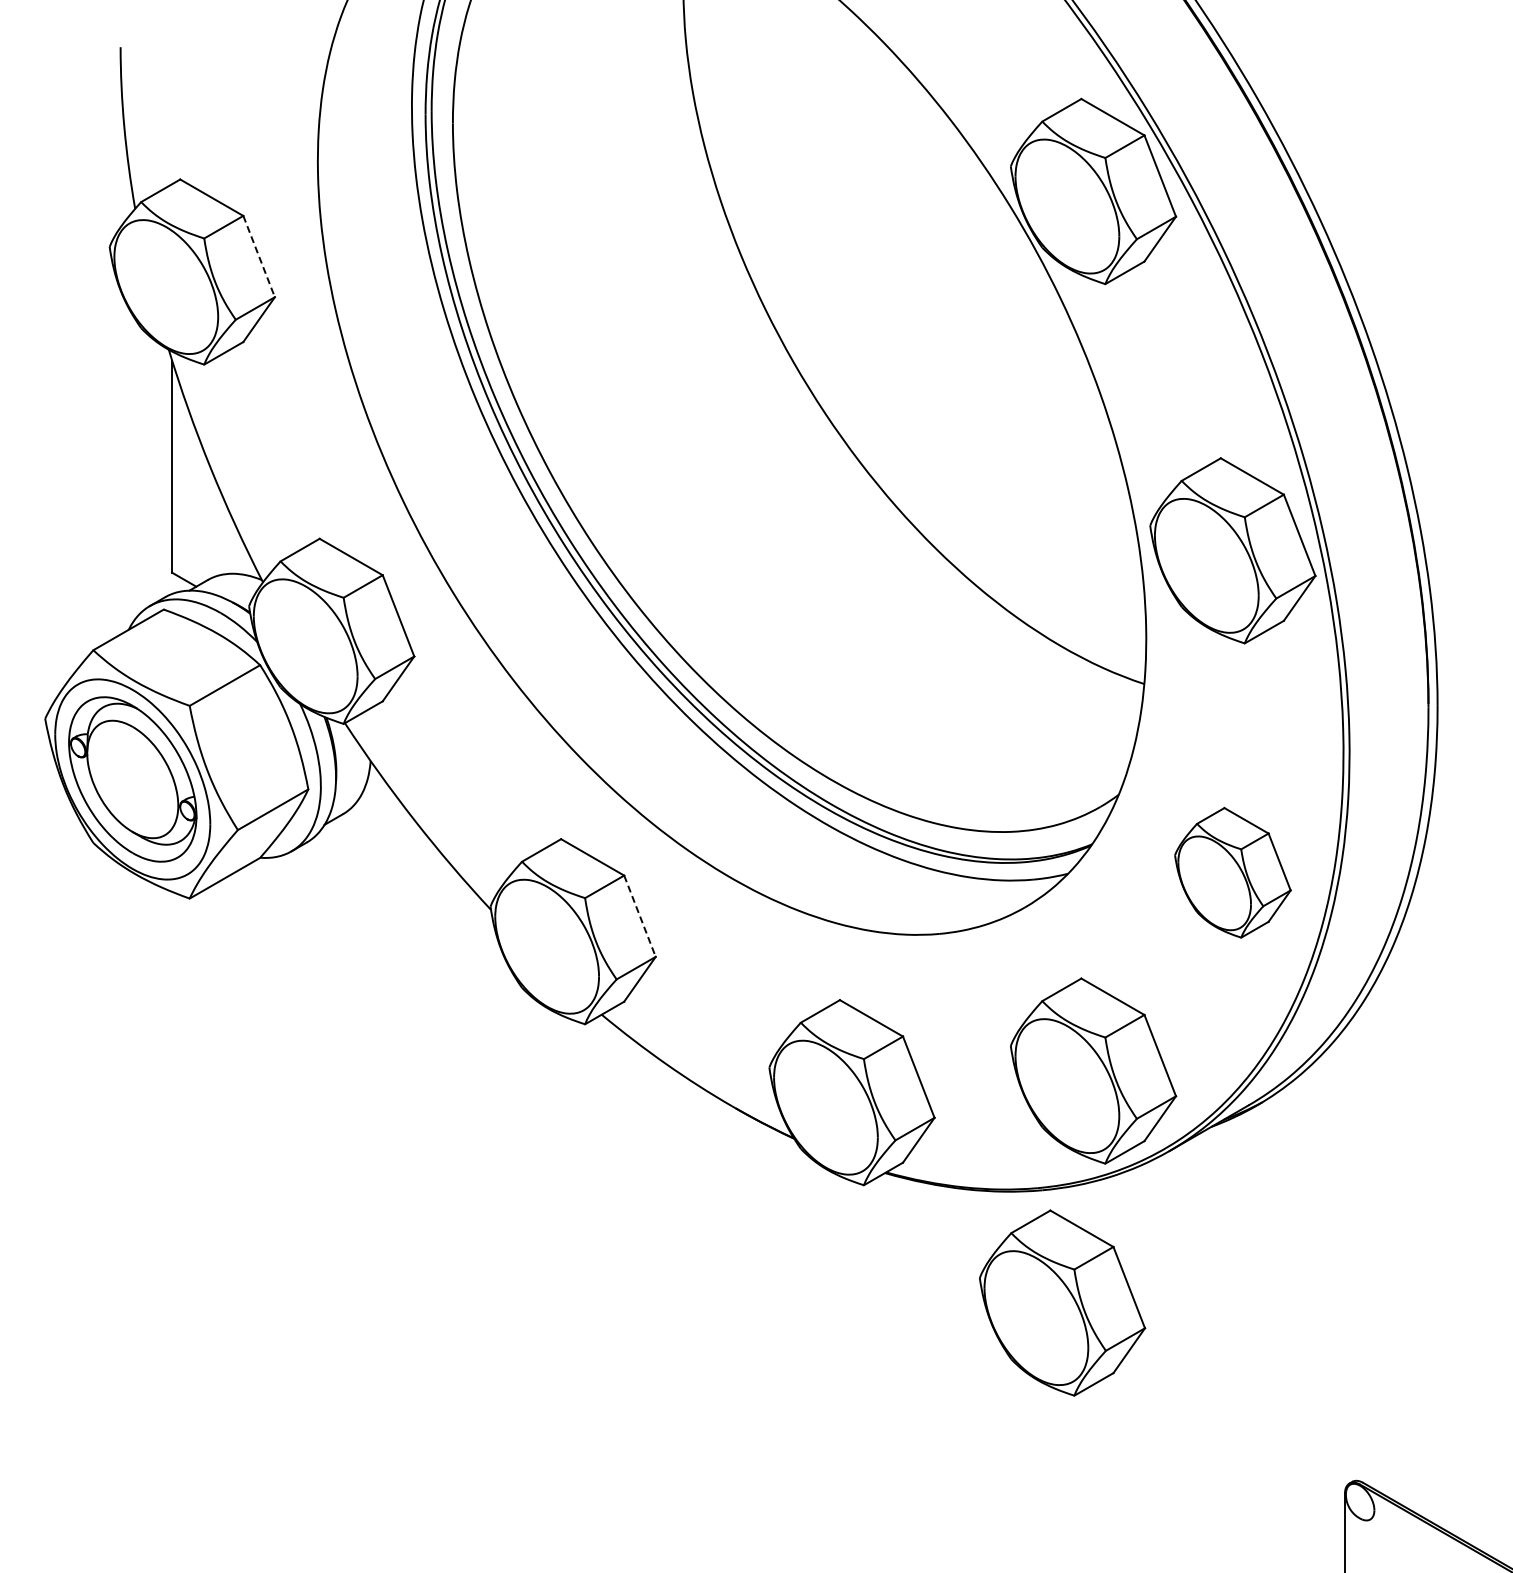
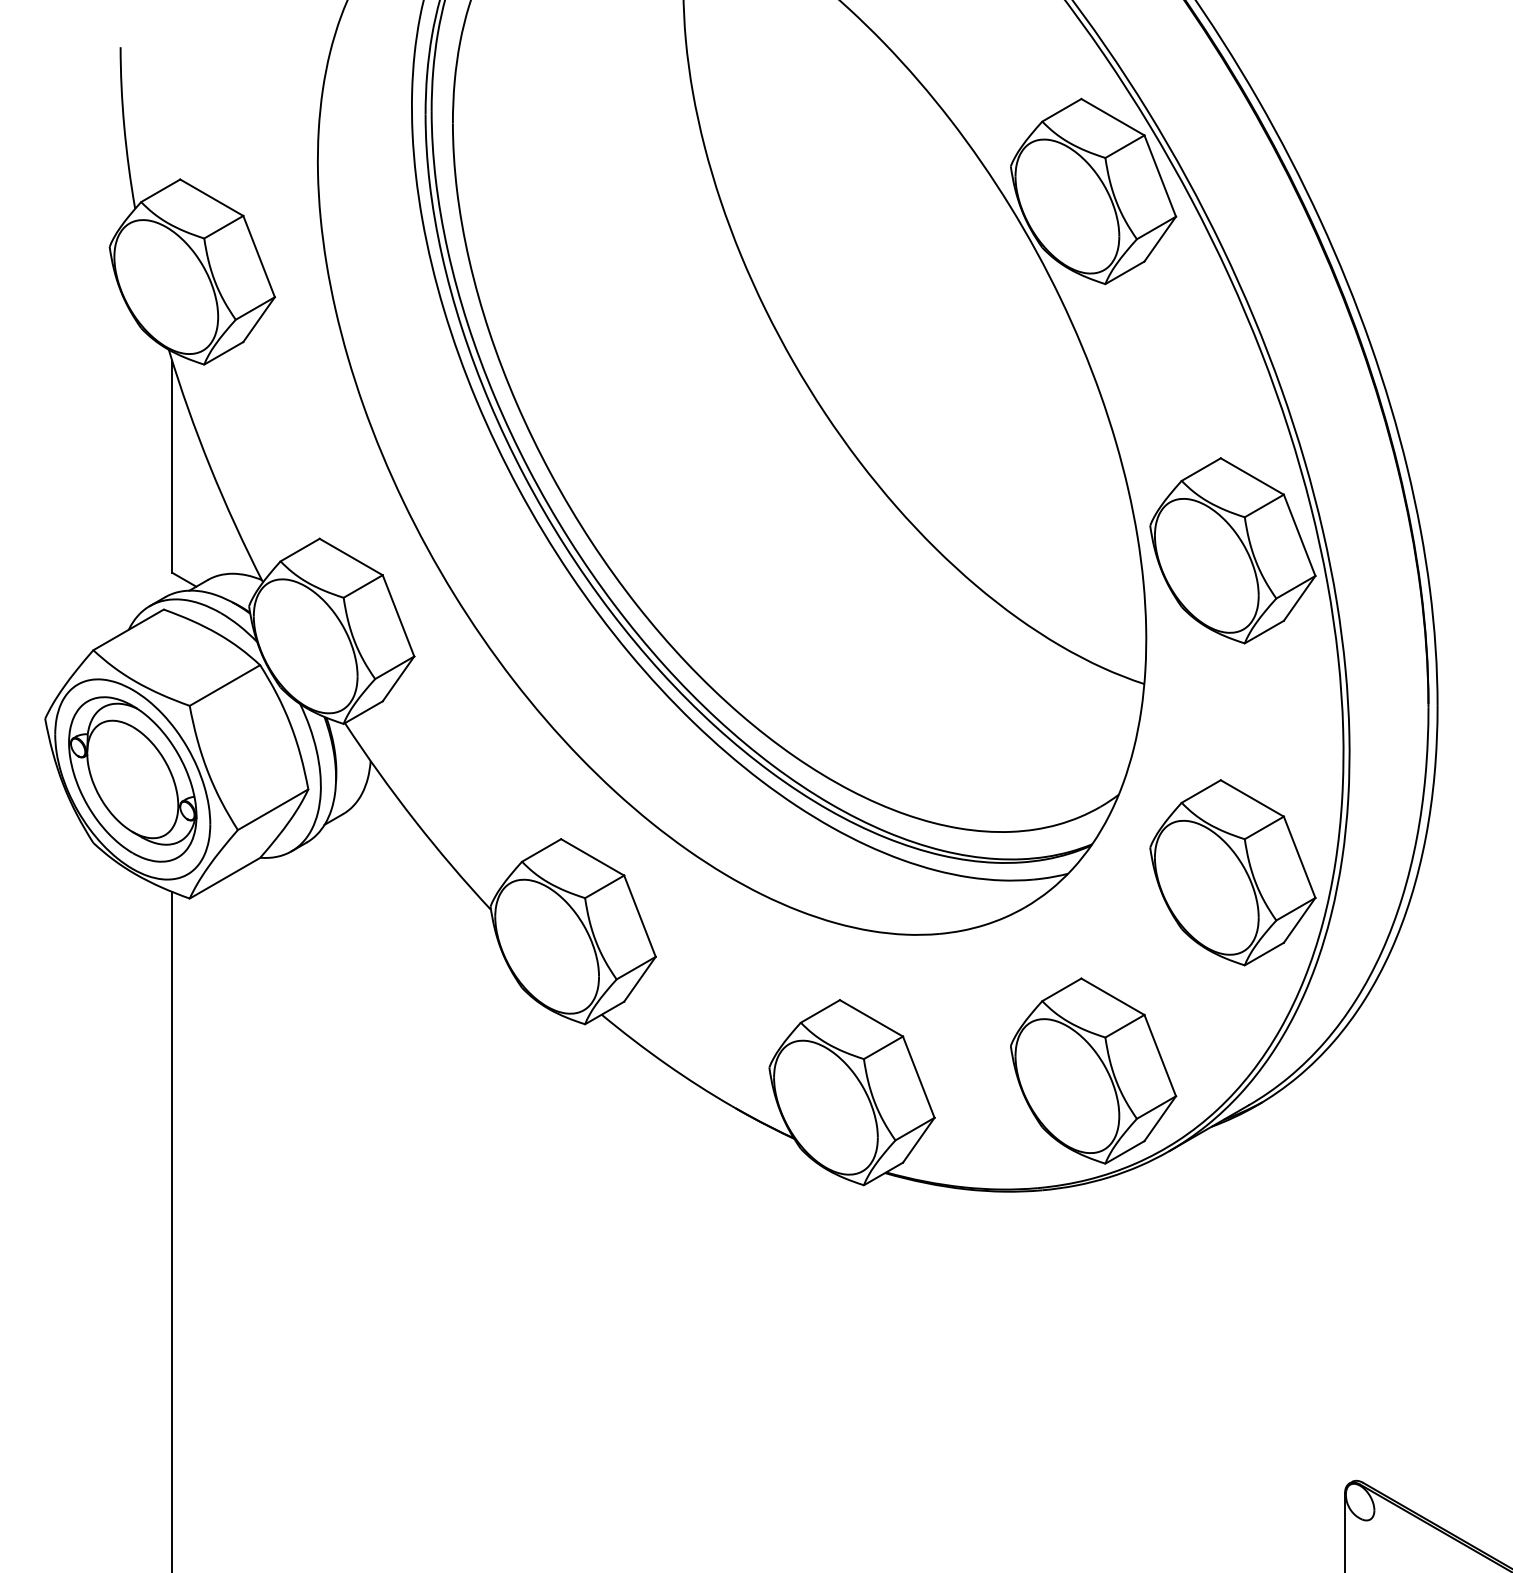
line at (259, 256): dashed -> solid
part at (1232, 872) size: 118x133 px -> 168x188 px
line at (639, 916): dashed -> solid
line at (172, 1230): none -> present
part at (1062, 1302): present -> none
